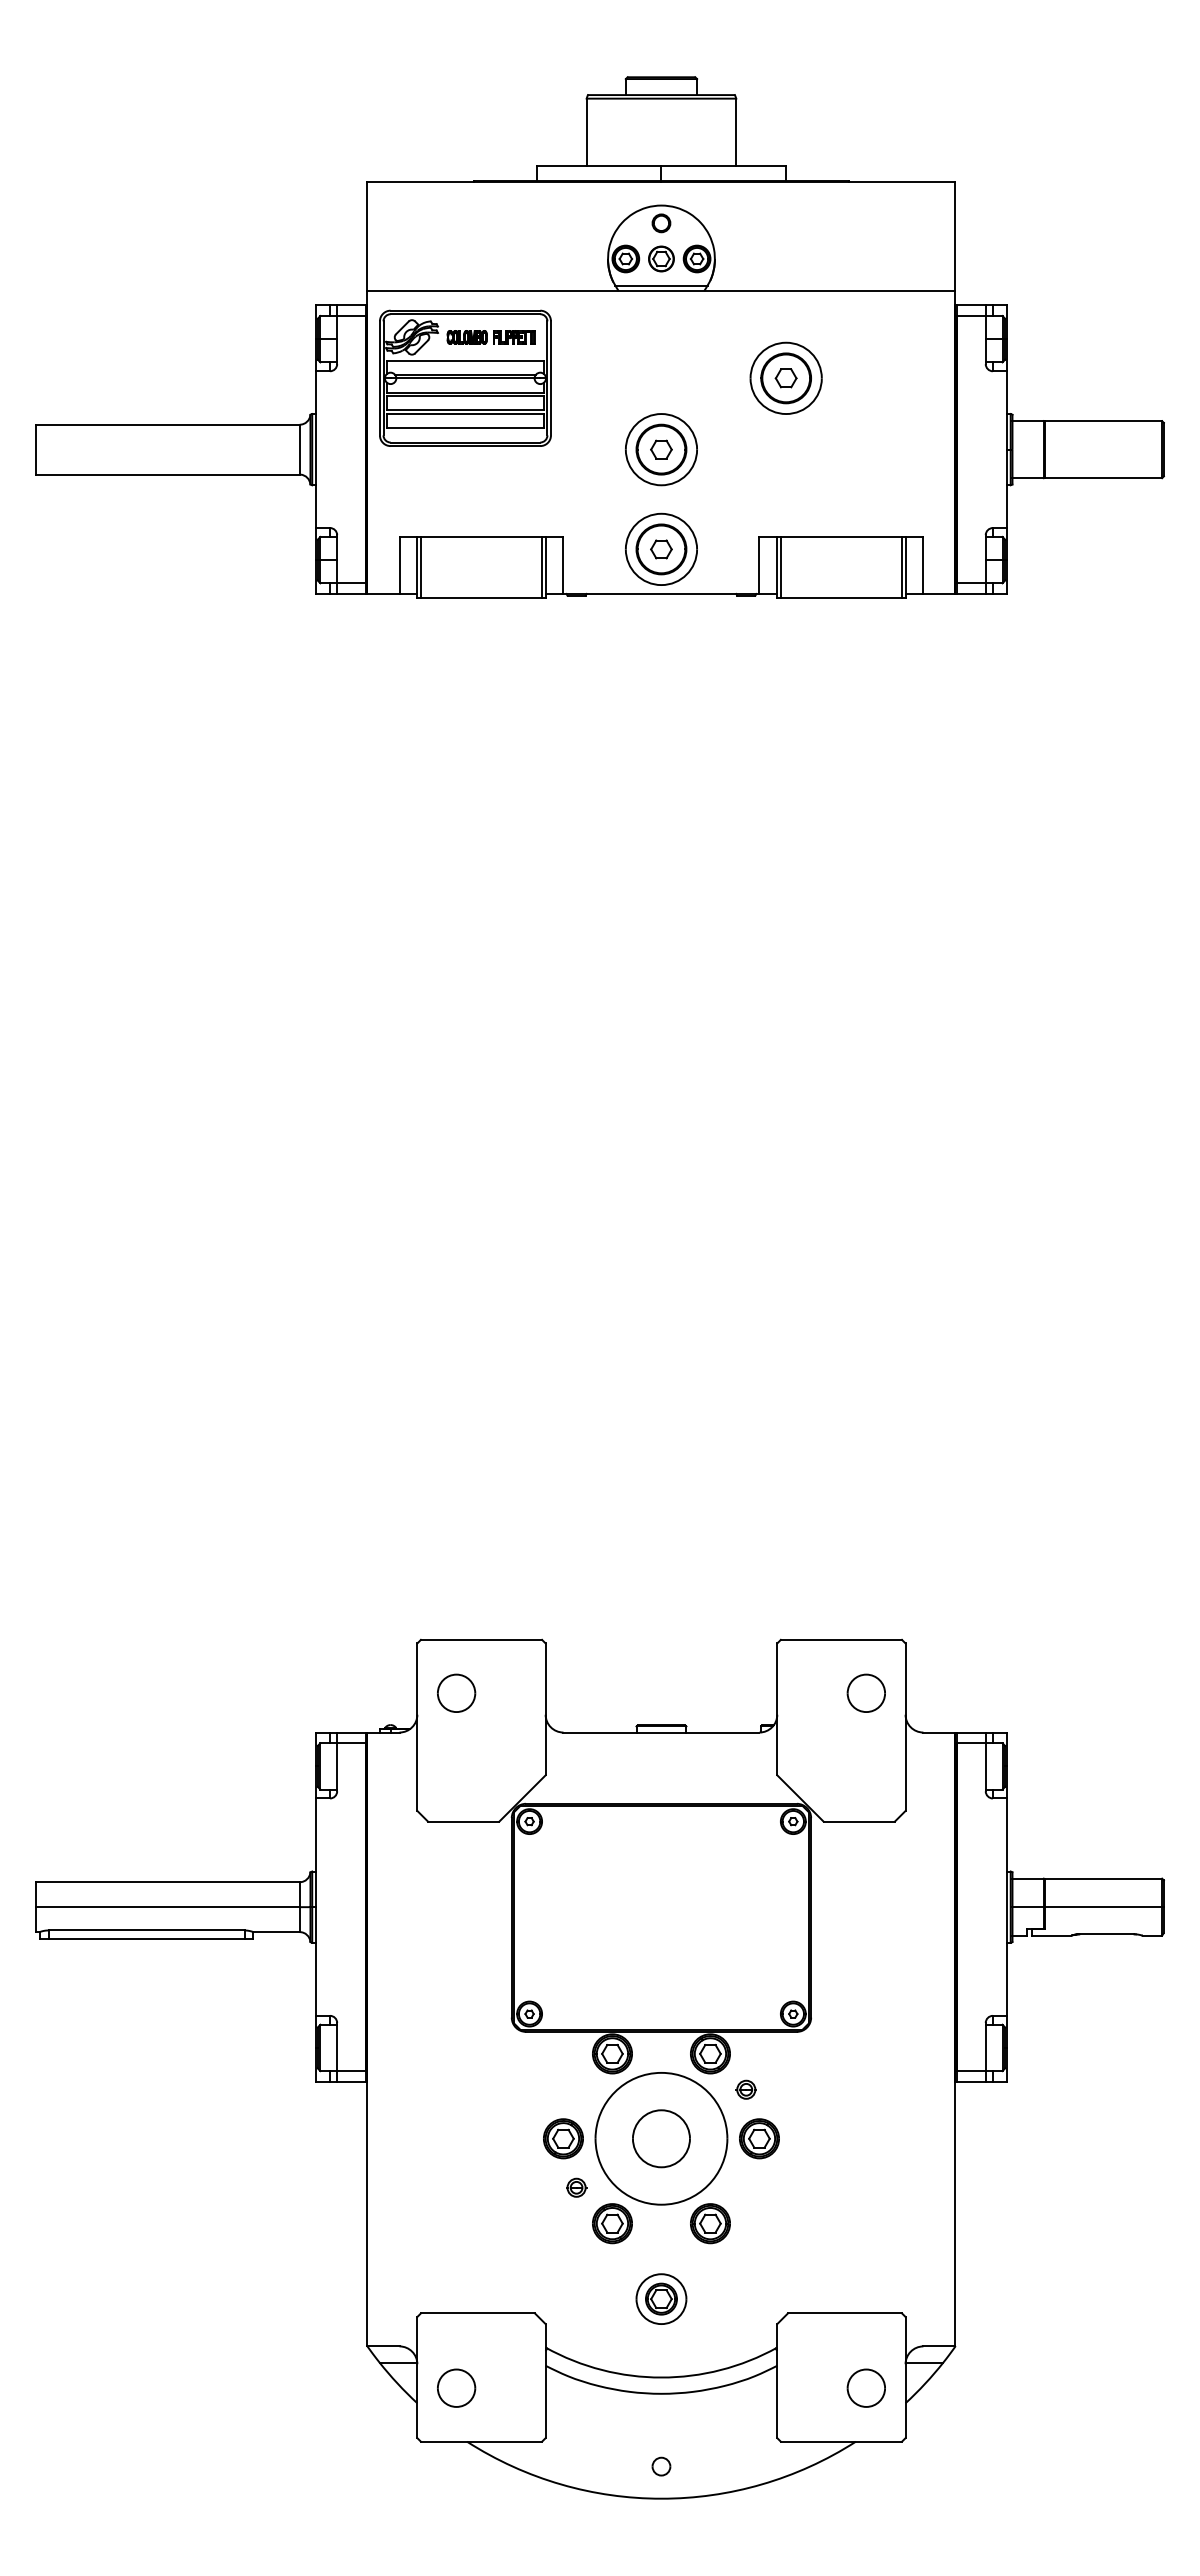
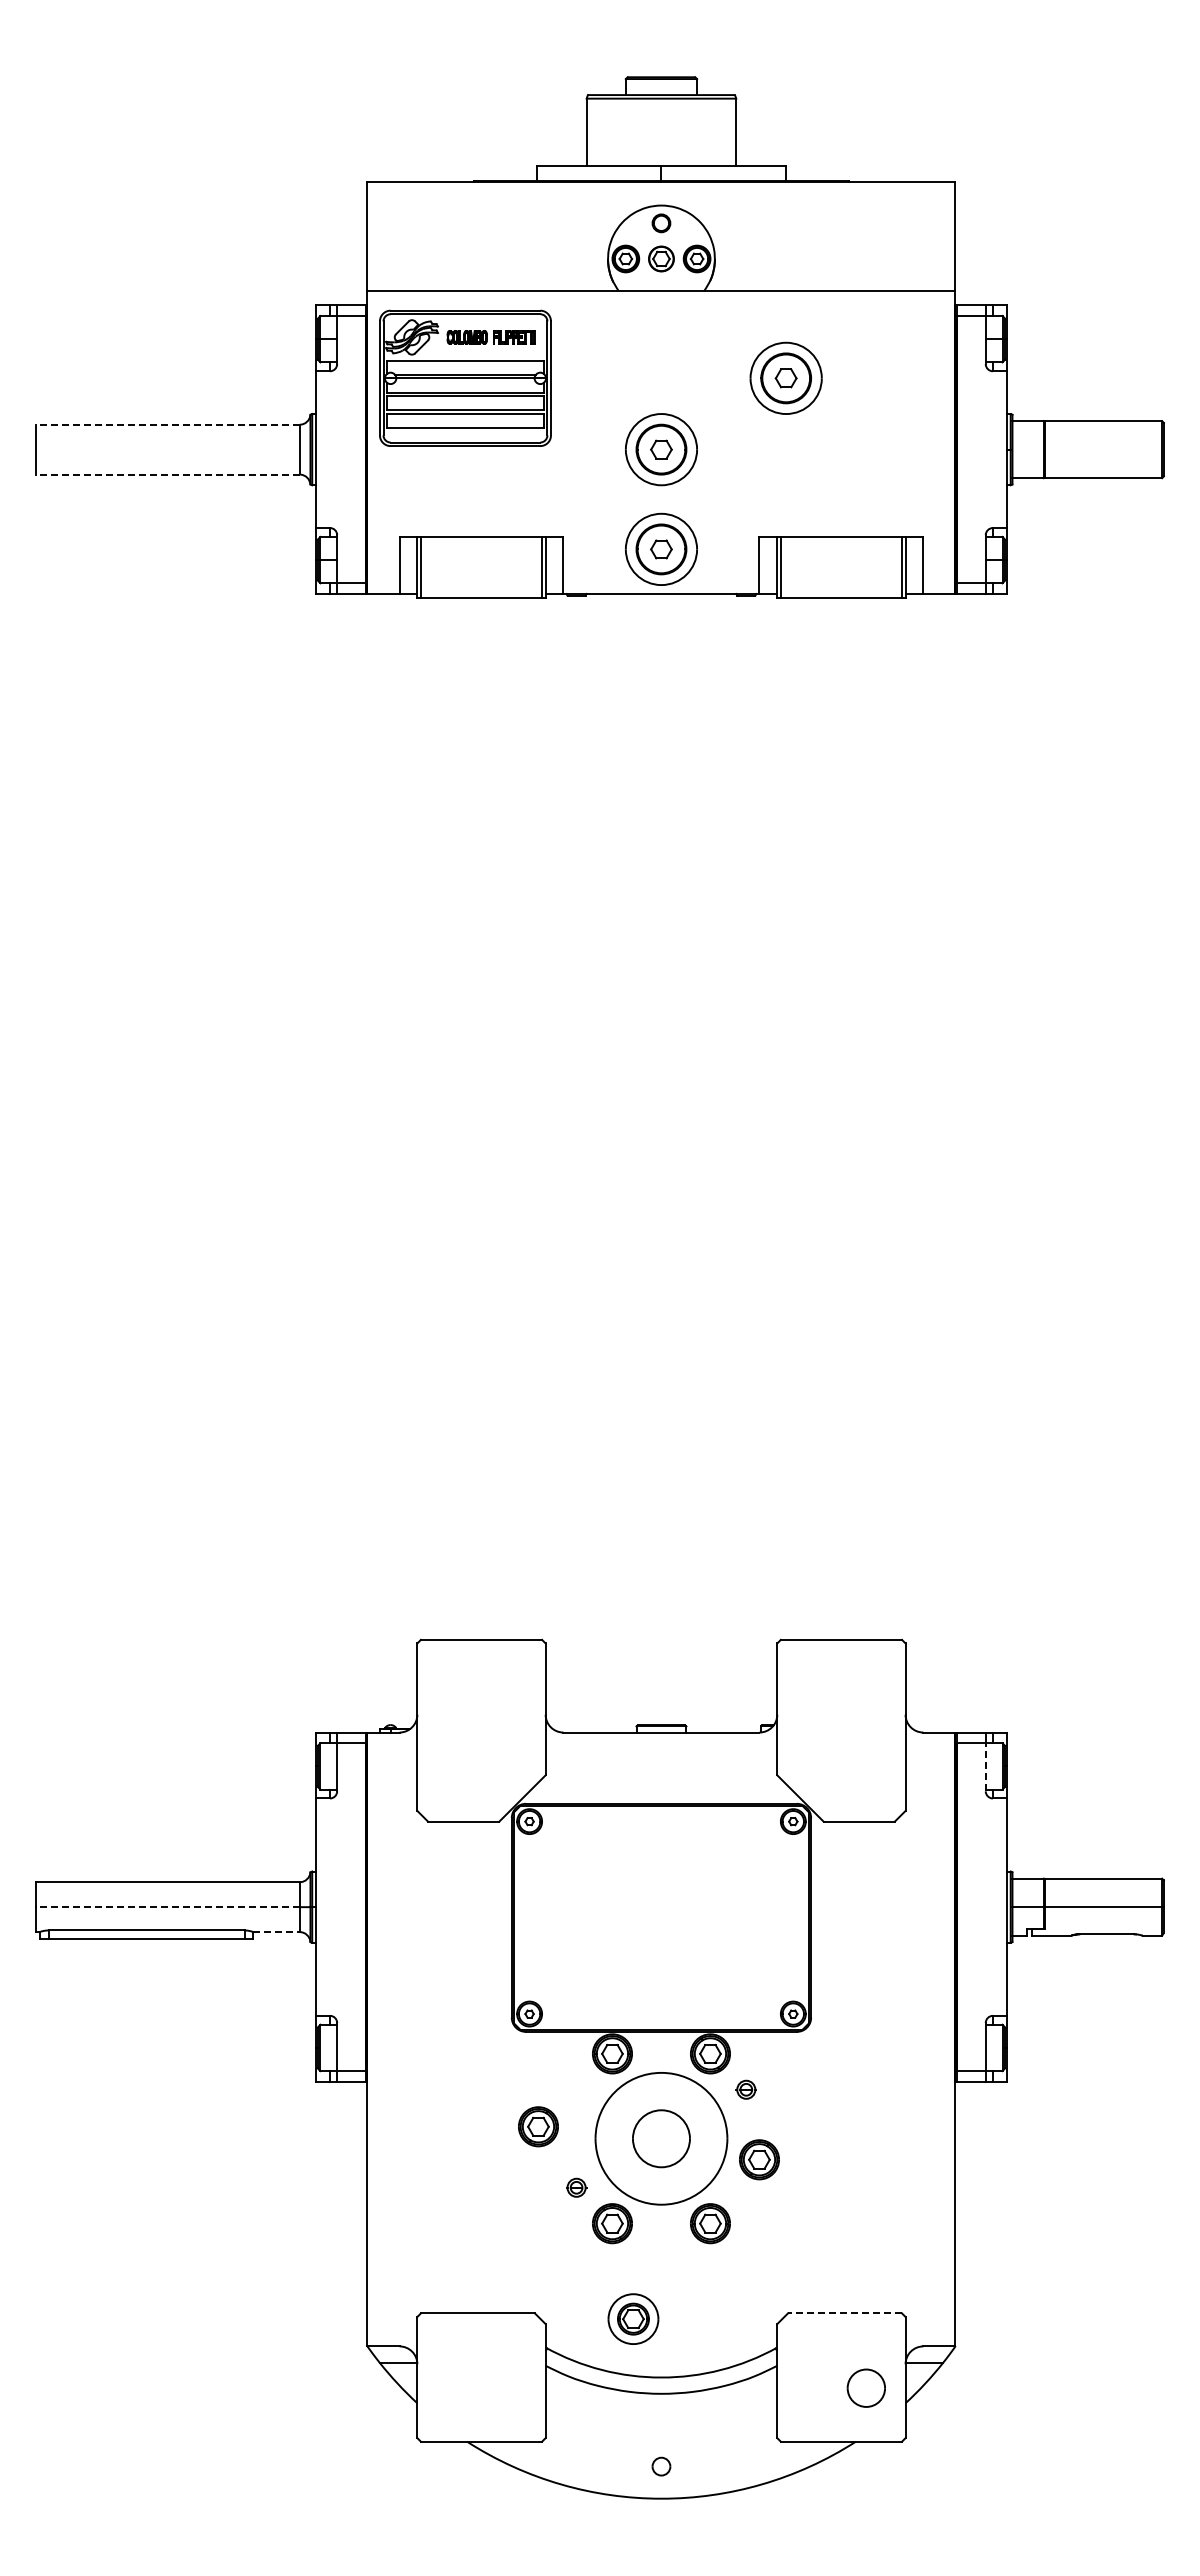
line at (661, 285): present -> none
line at (167, 424): solid -> dashed
line at (167, 474): solid -> dashed
part at (456, 1692): present -> none
part at (865, 1692): present -> none
line at (985, 1766): solid -> dashed
line at (167, 1907): solid -> dashed
line at (277, 1932): solid -> dashed
part at (563, 2138) position: (563, 2138) -> (538, 2126)
part at (759, 2138) position: (759, 2138) -> (759, 2159)
part at (661, 2298) position: (661, 2298) -> (633, 2318)
line at (844, 2313): solid -> dashed
part at (456, 2387): present -> none
